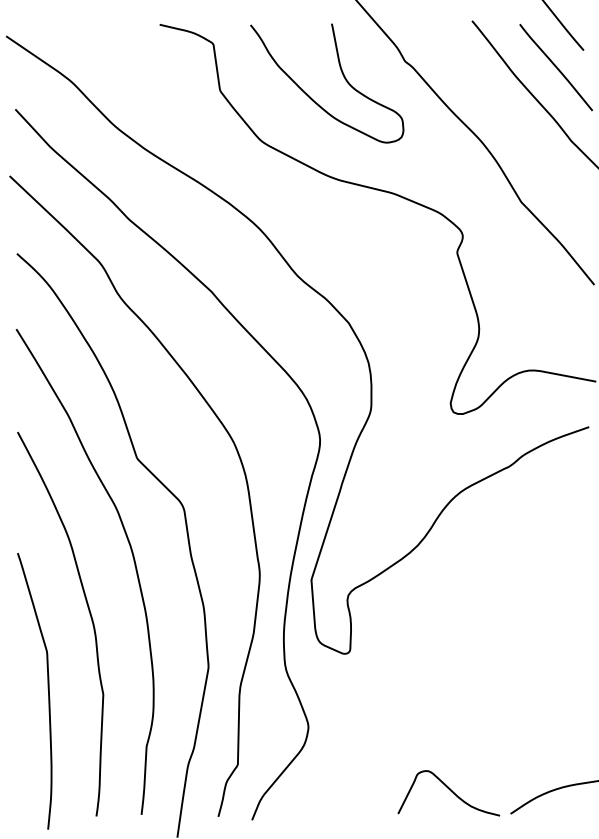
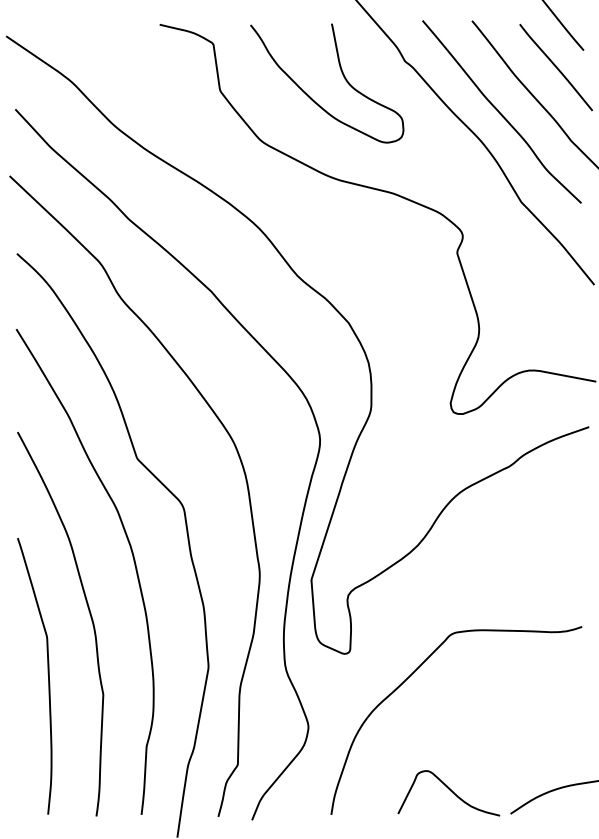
curve at (500, 112): none -> present
curve at (411, 675): none -> present
curve at (47, 688) position: (47, 688) -> (47, 673)
